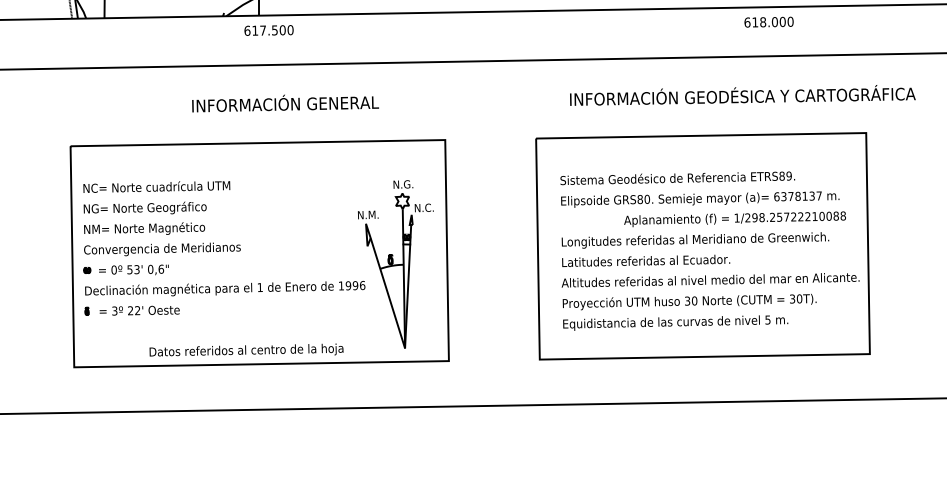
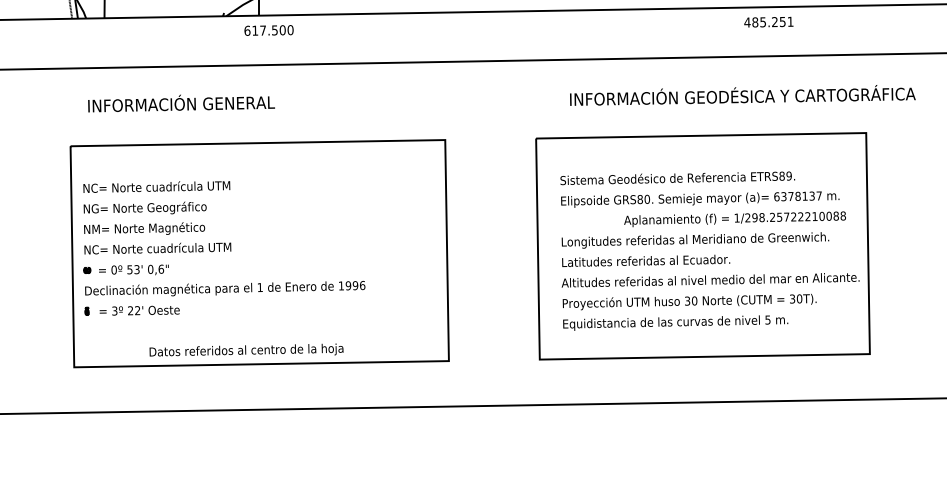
text at (768, 21): 618.000 -> 485.251
text at (285, 103) position: (285, 103) -> (181, 103)
text at (162, 249): Convergencia de Meridianos -> NC= Norte cuadrícula UTM
part at (395, 264): present -> none
